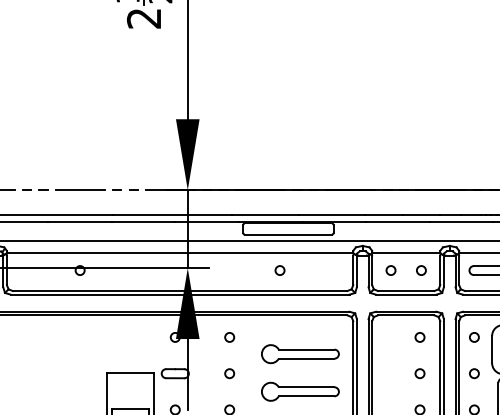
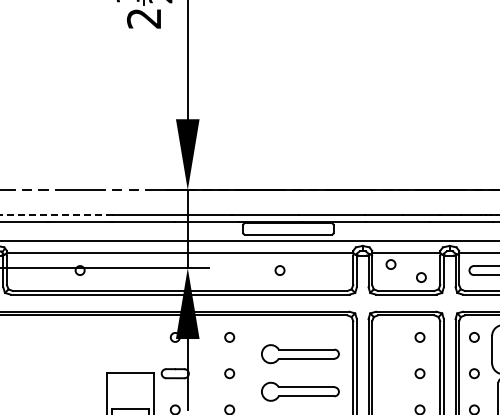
line at (56, 214): solid -> dashed
circle at (390, 270) position: (390, 270) -> (390, 264)
circle at (421, 270) position: (421, 270) -> (421, 277)
